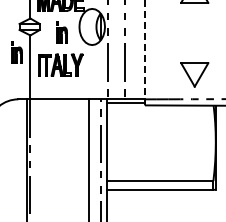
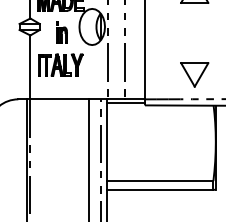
line at (145, 50): dashed -> solid
part at (16, 52): present -> none
